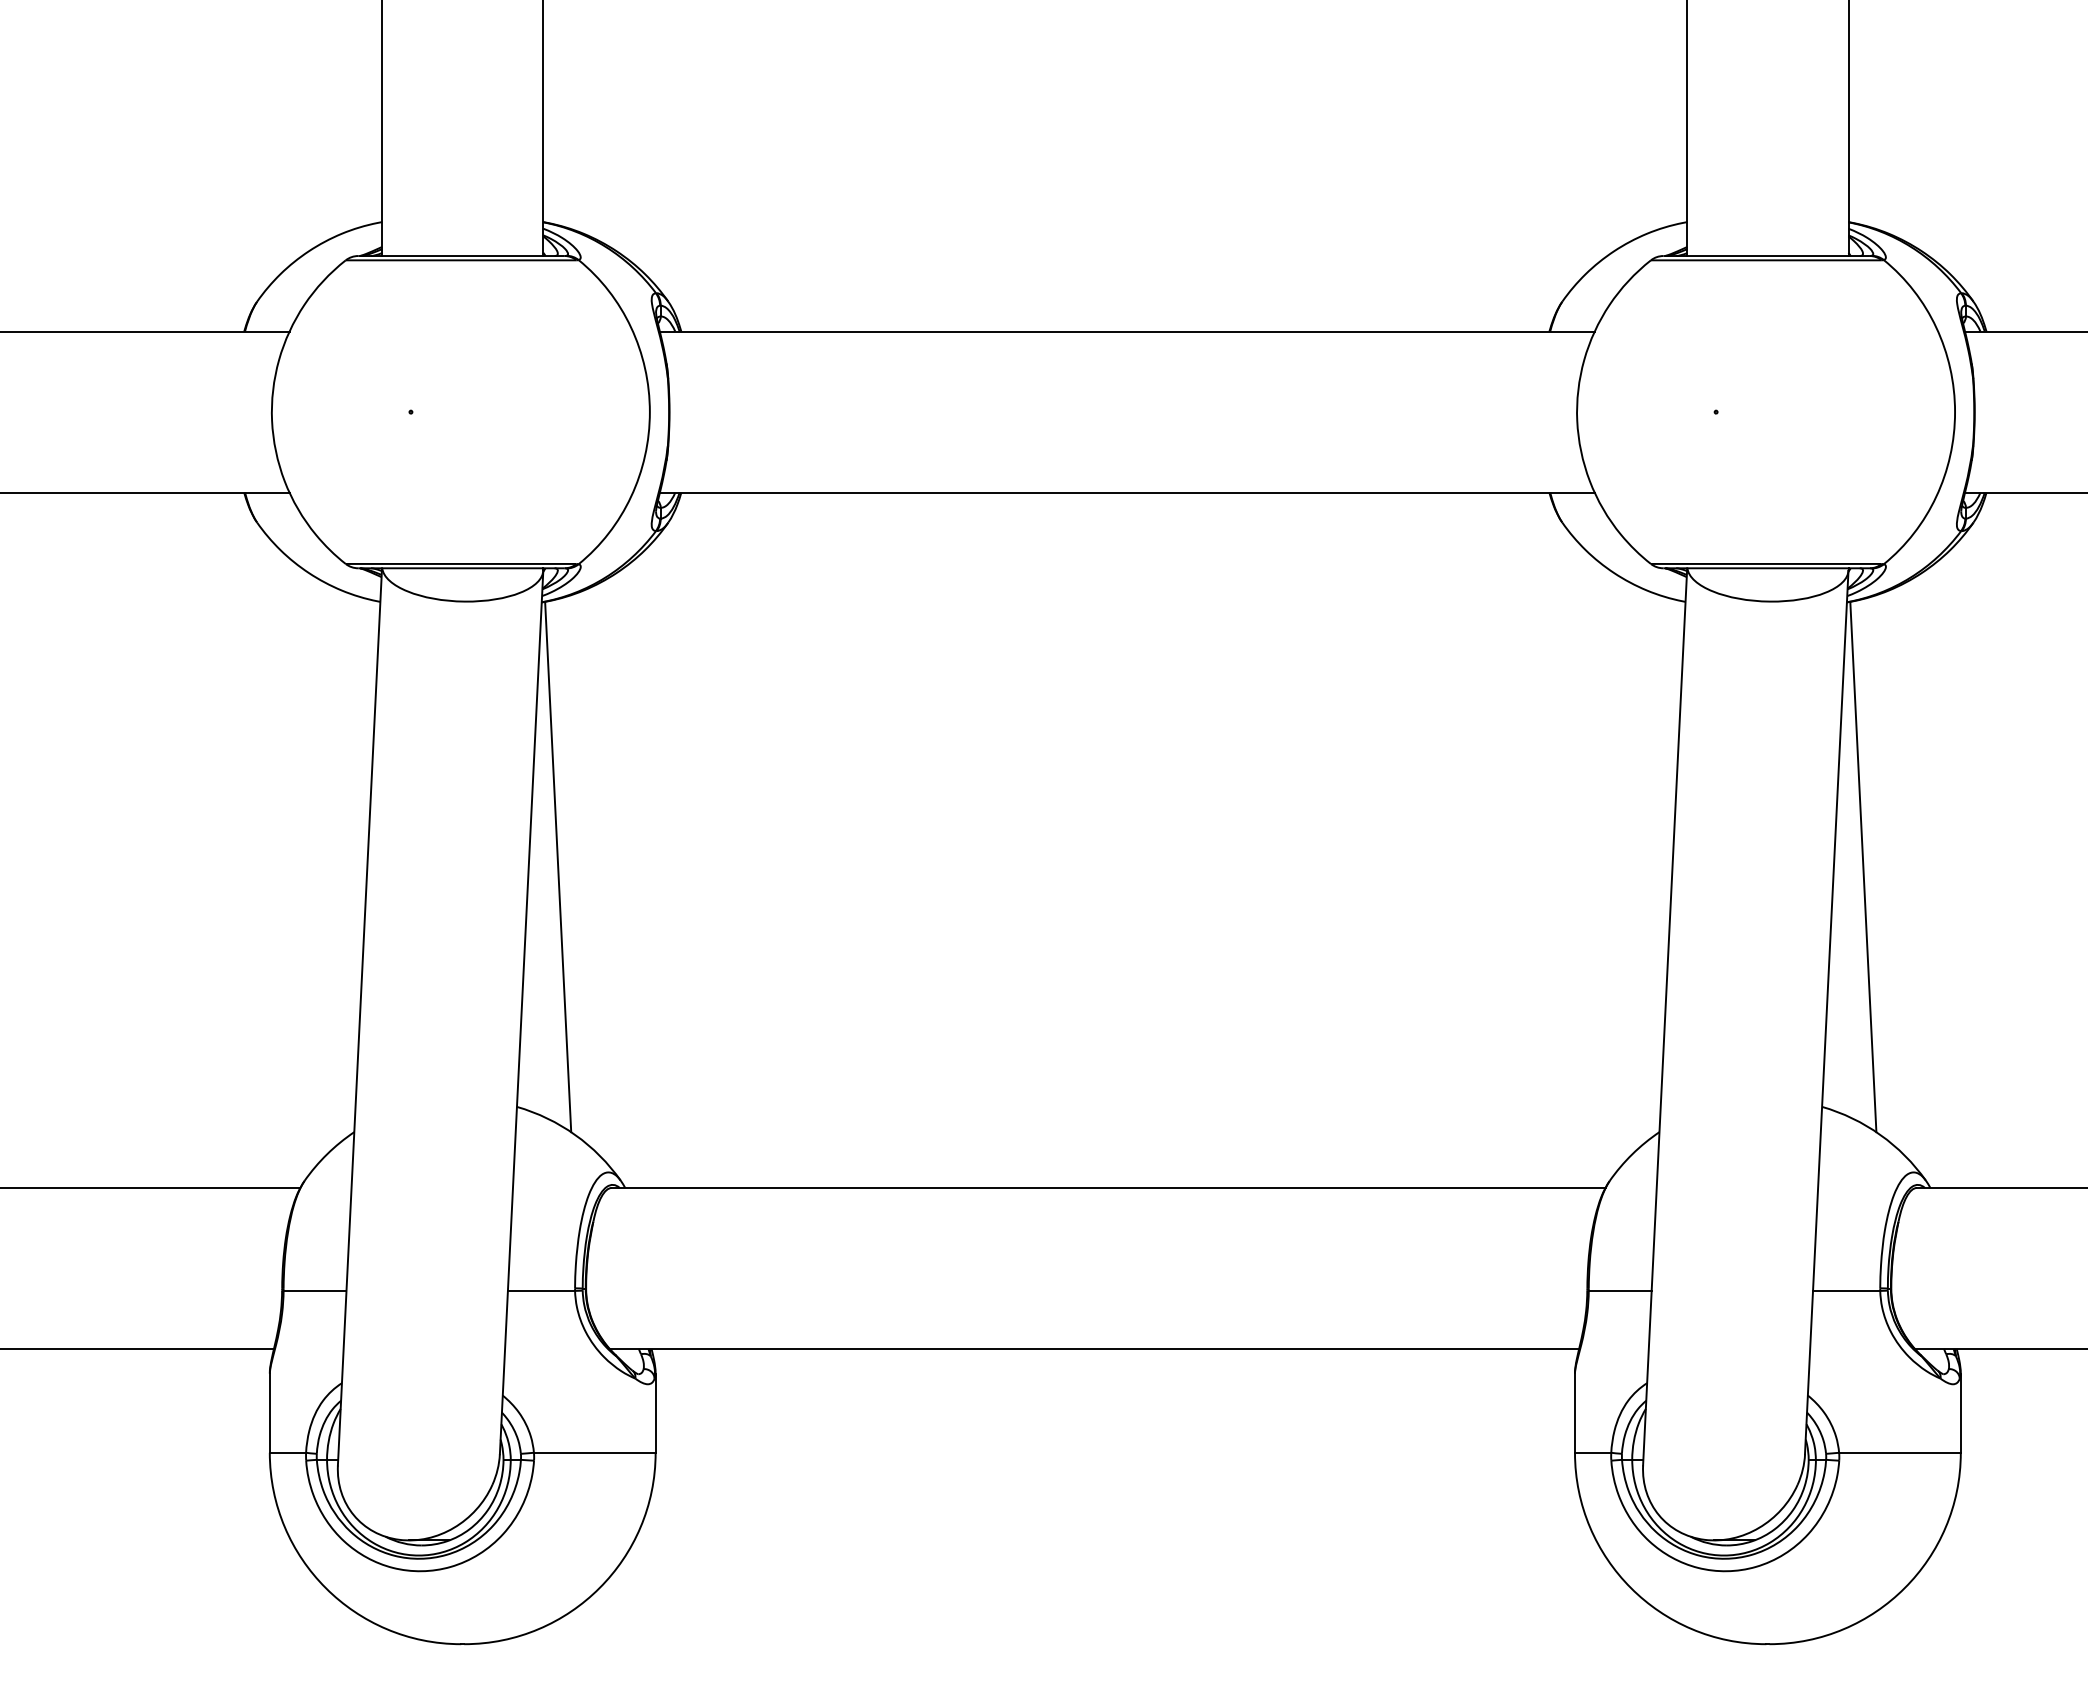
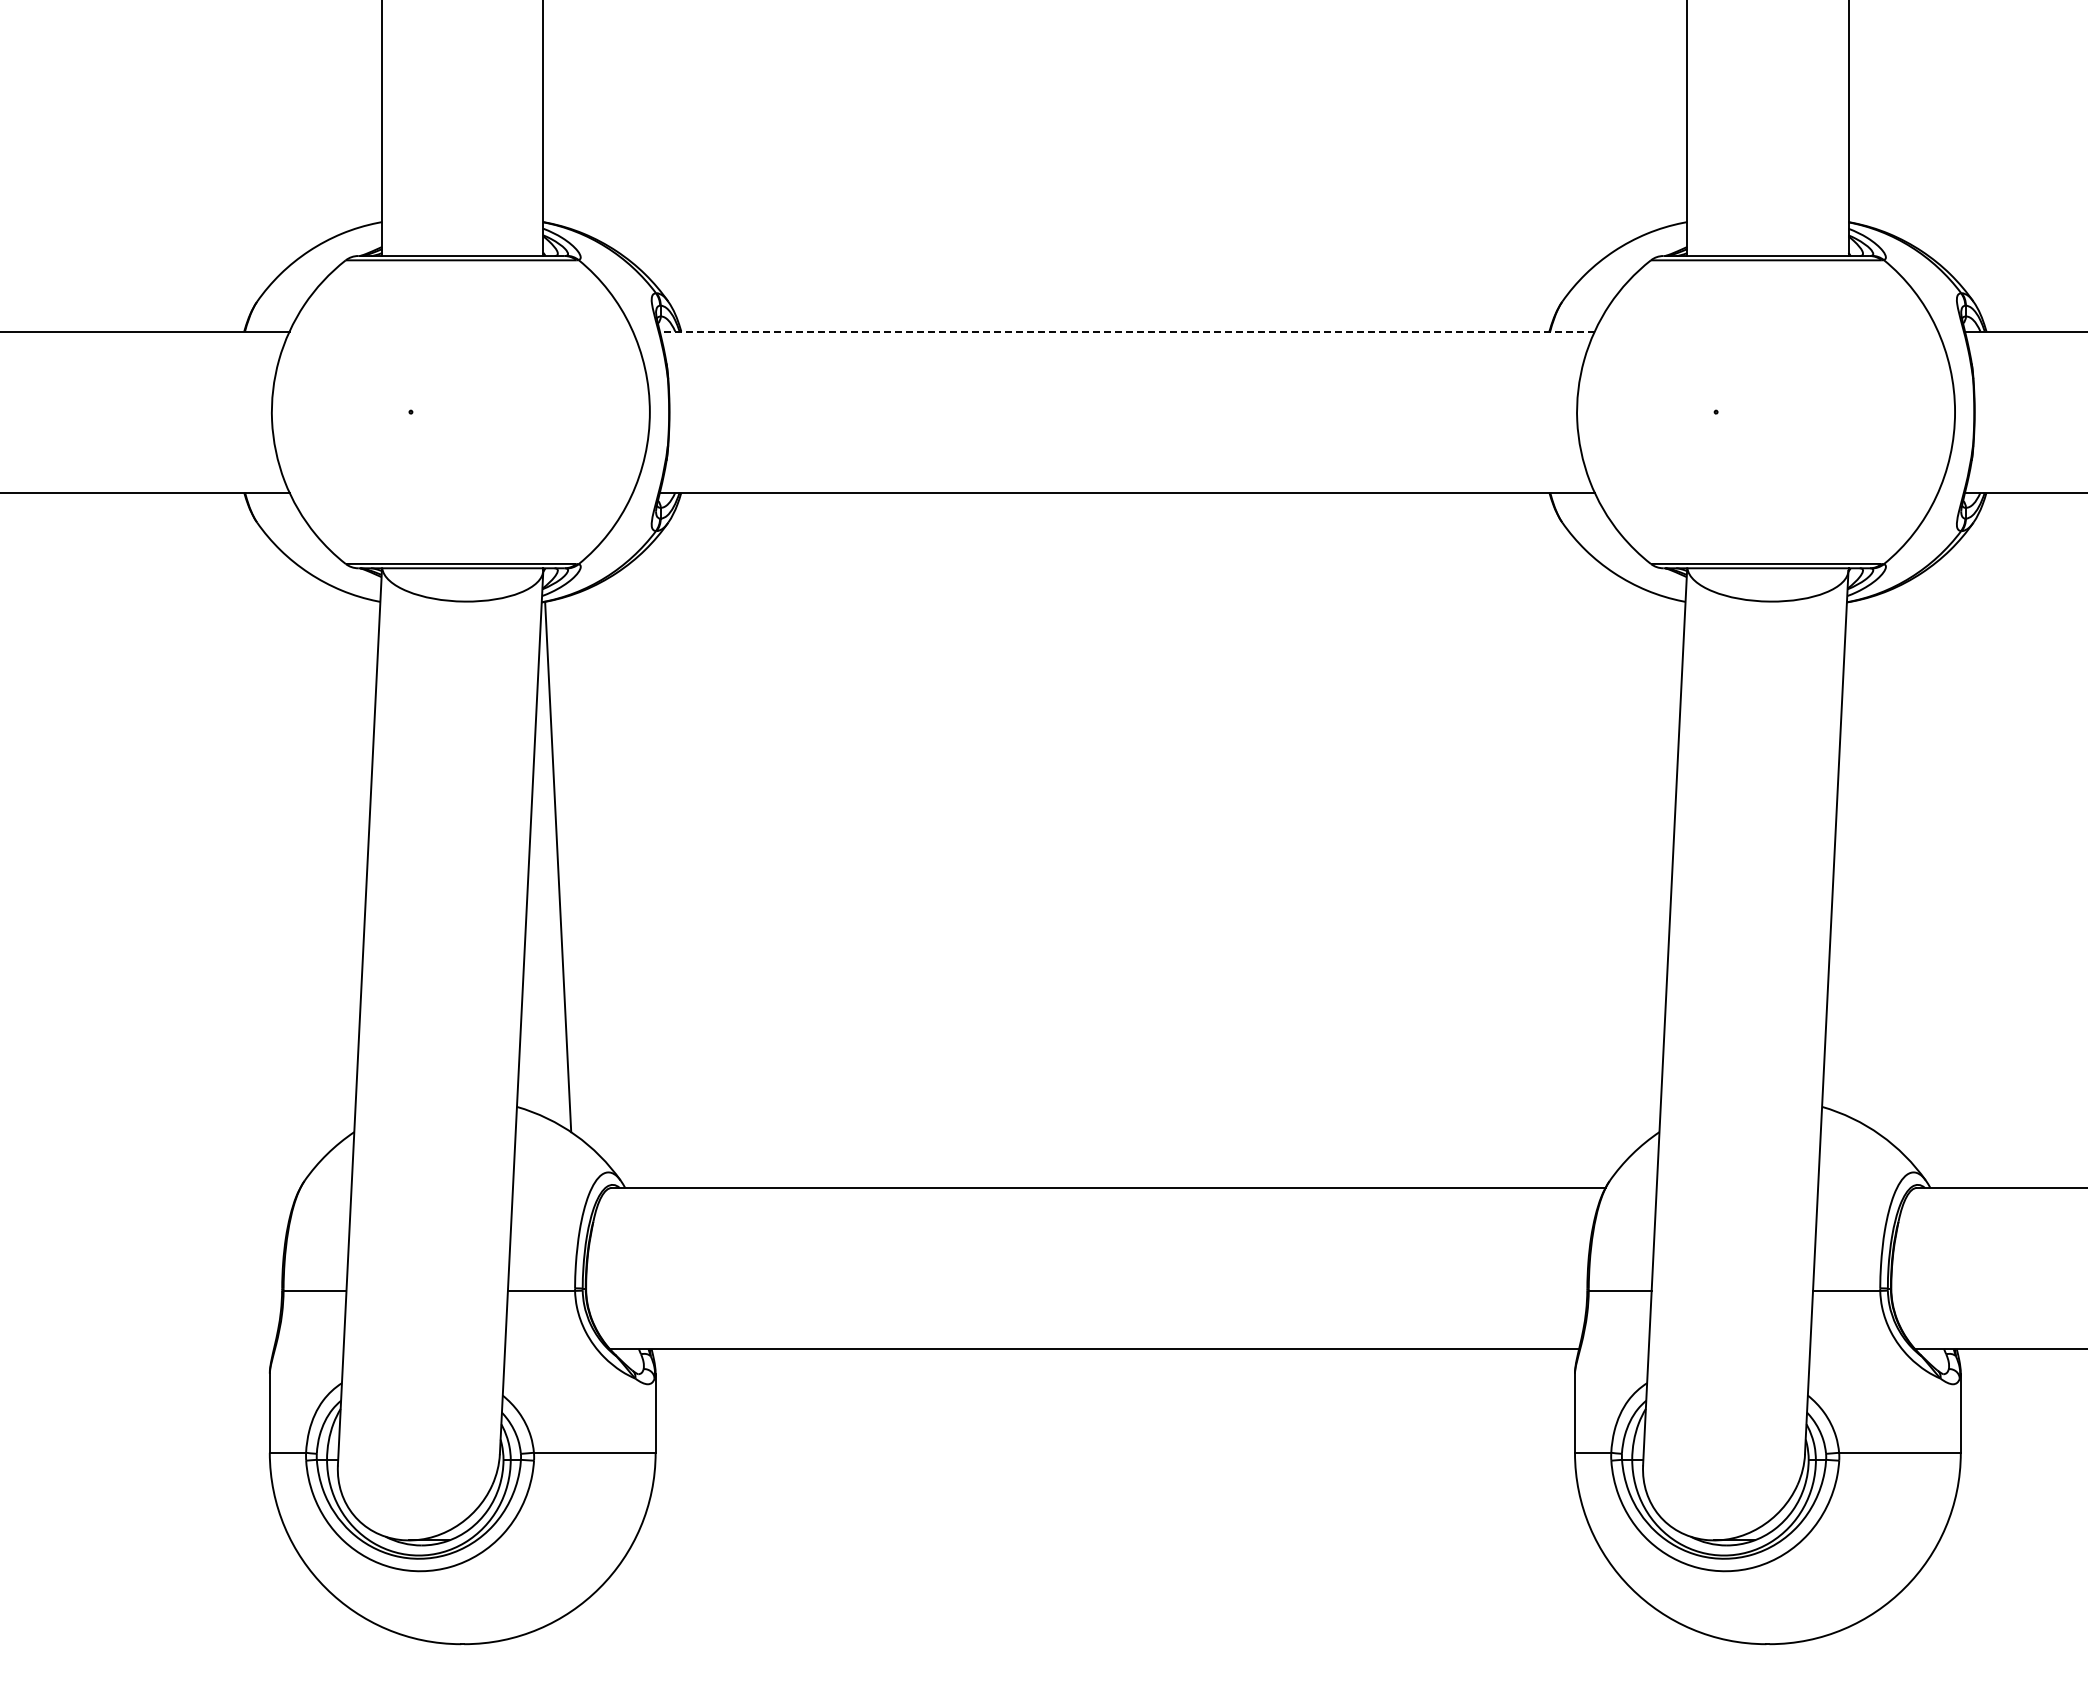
line at (1126, 331): solid -> dashed
line at (1863, 866): present -> none
line at (151, 1187): present -> none
line at (137, 1349): present -> none
